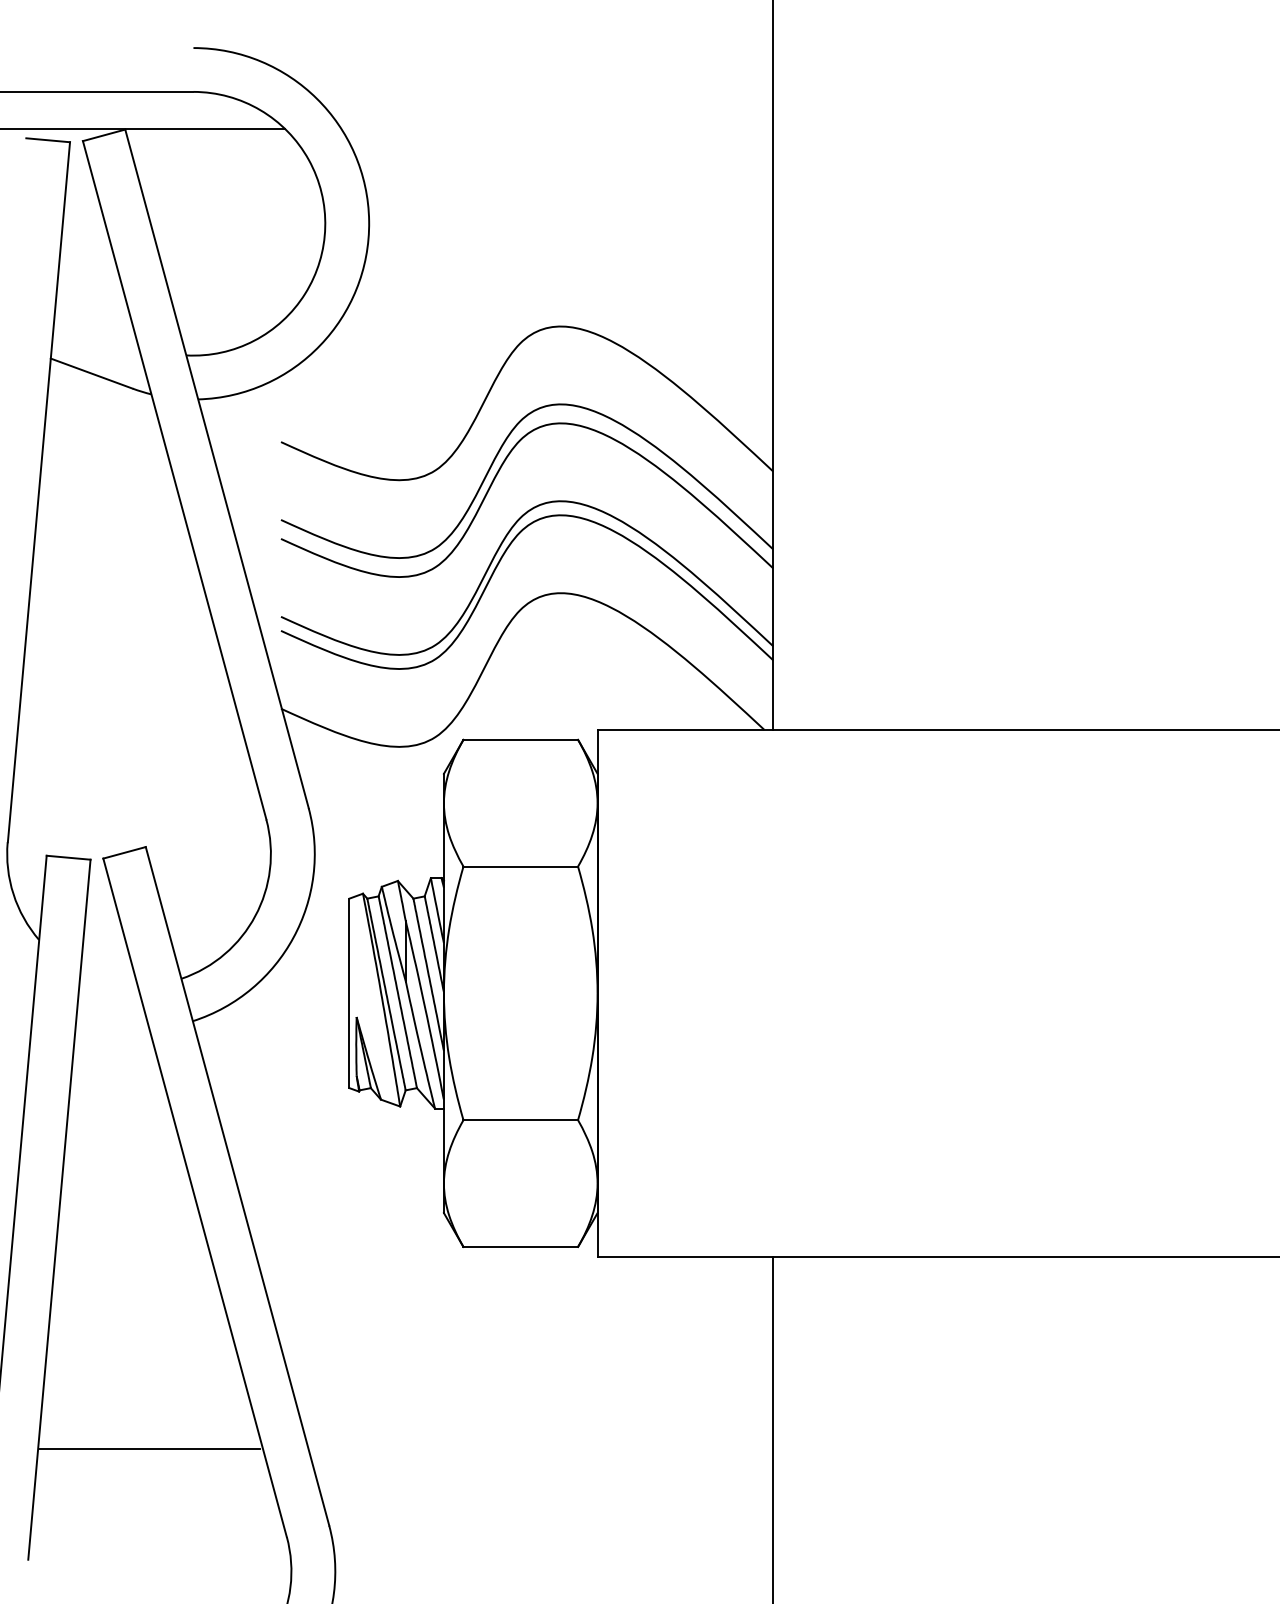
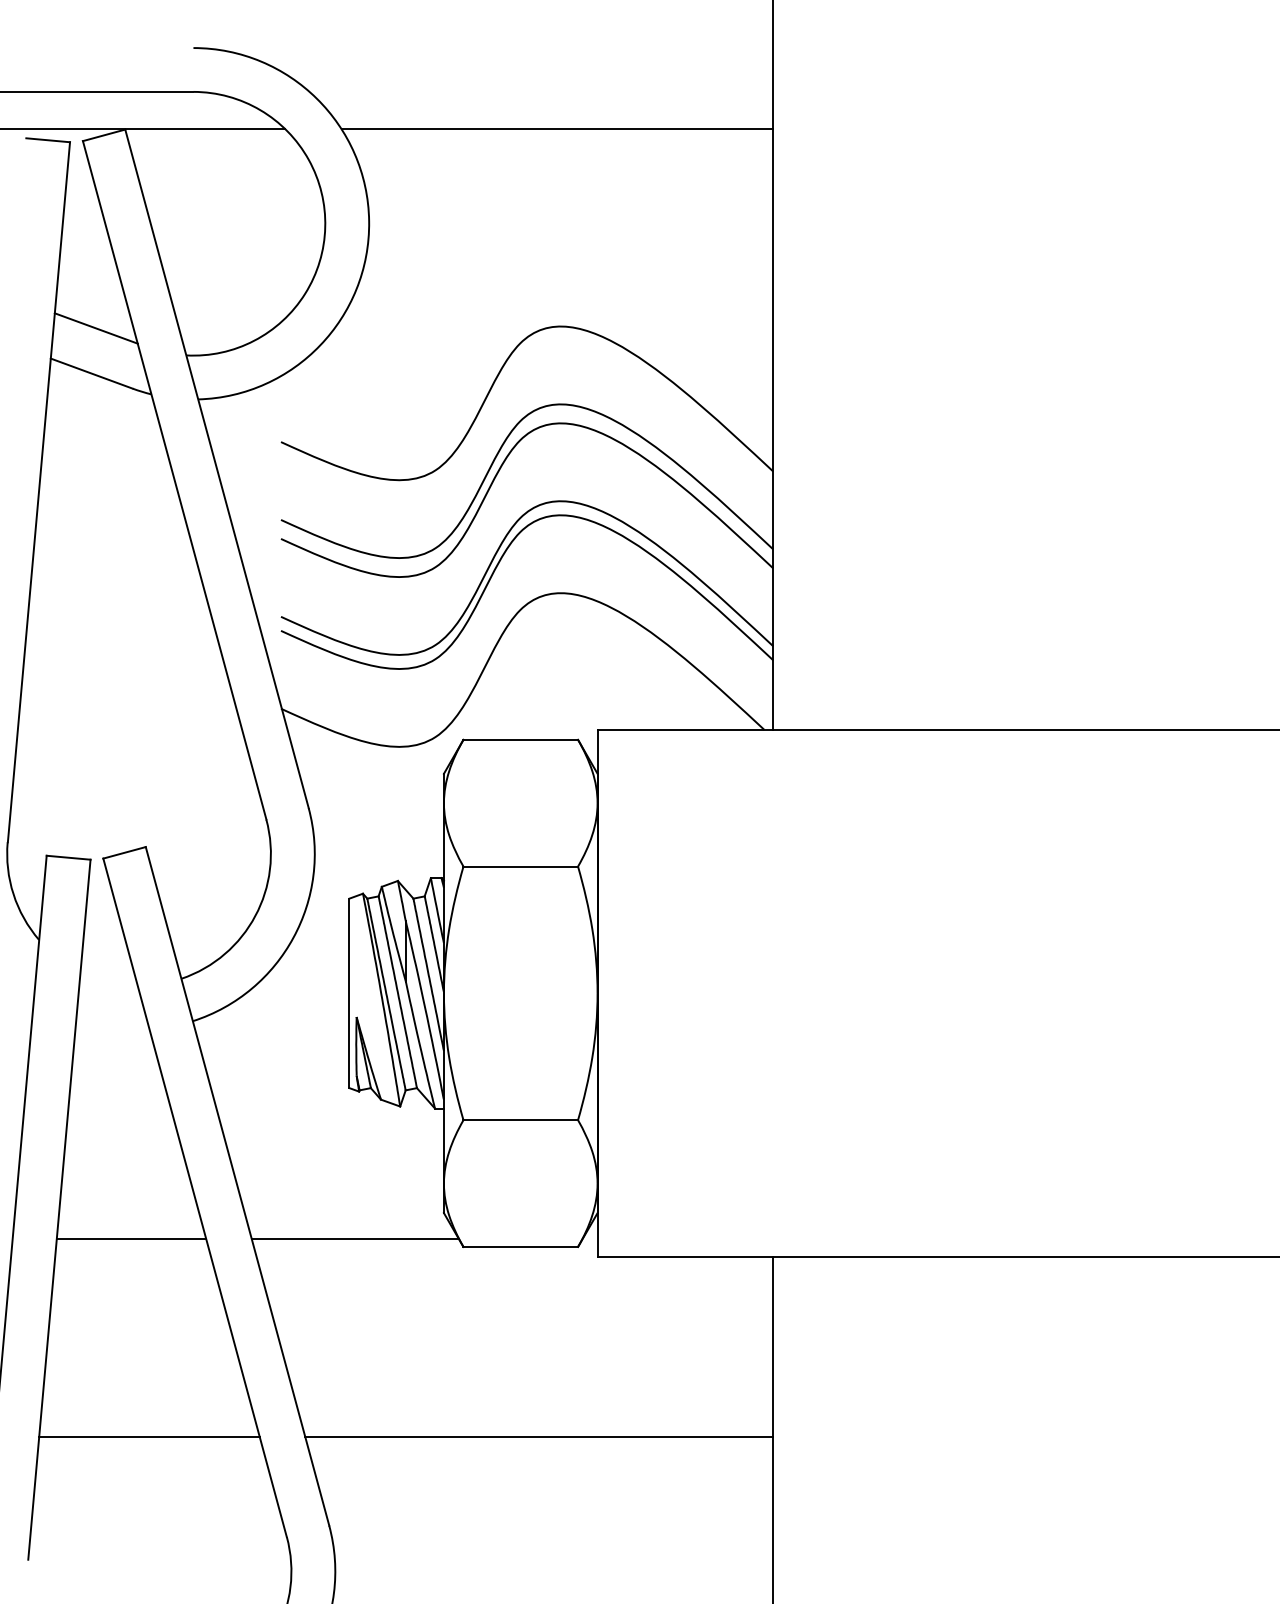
line at (557, 129): none -> present
line at (95, 328): none -> present
line at (131, 1238): none -> present
line at (354, 1238): none -> present
line at (539, 1436): none -> present
line at (149, 1448) position: (149, 1448) -> (149, 1436)
